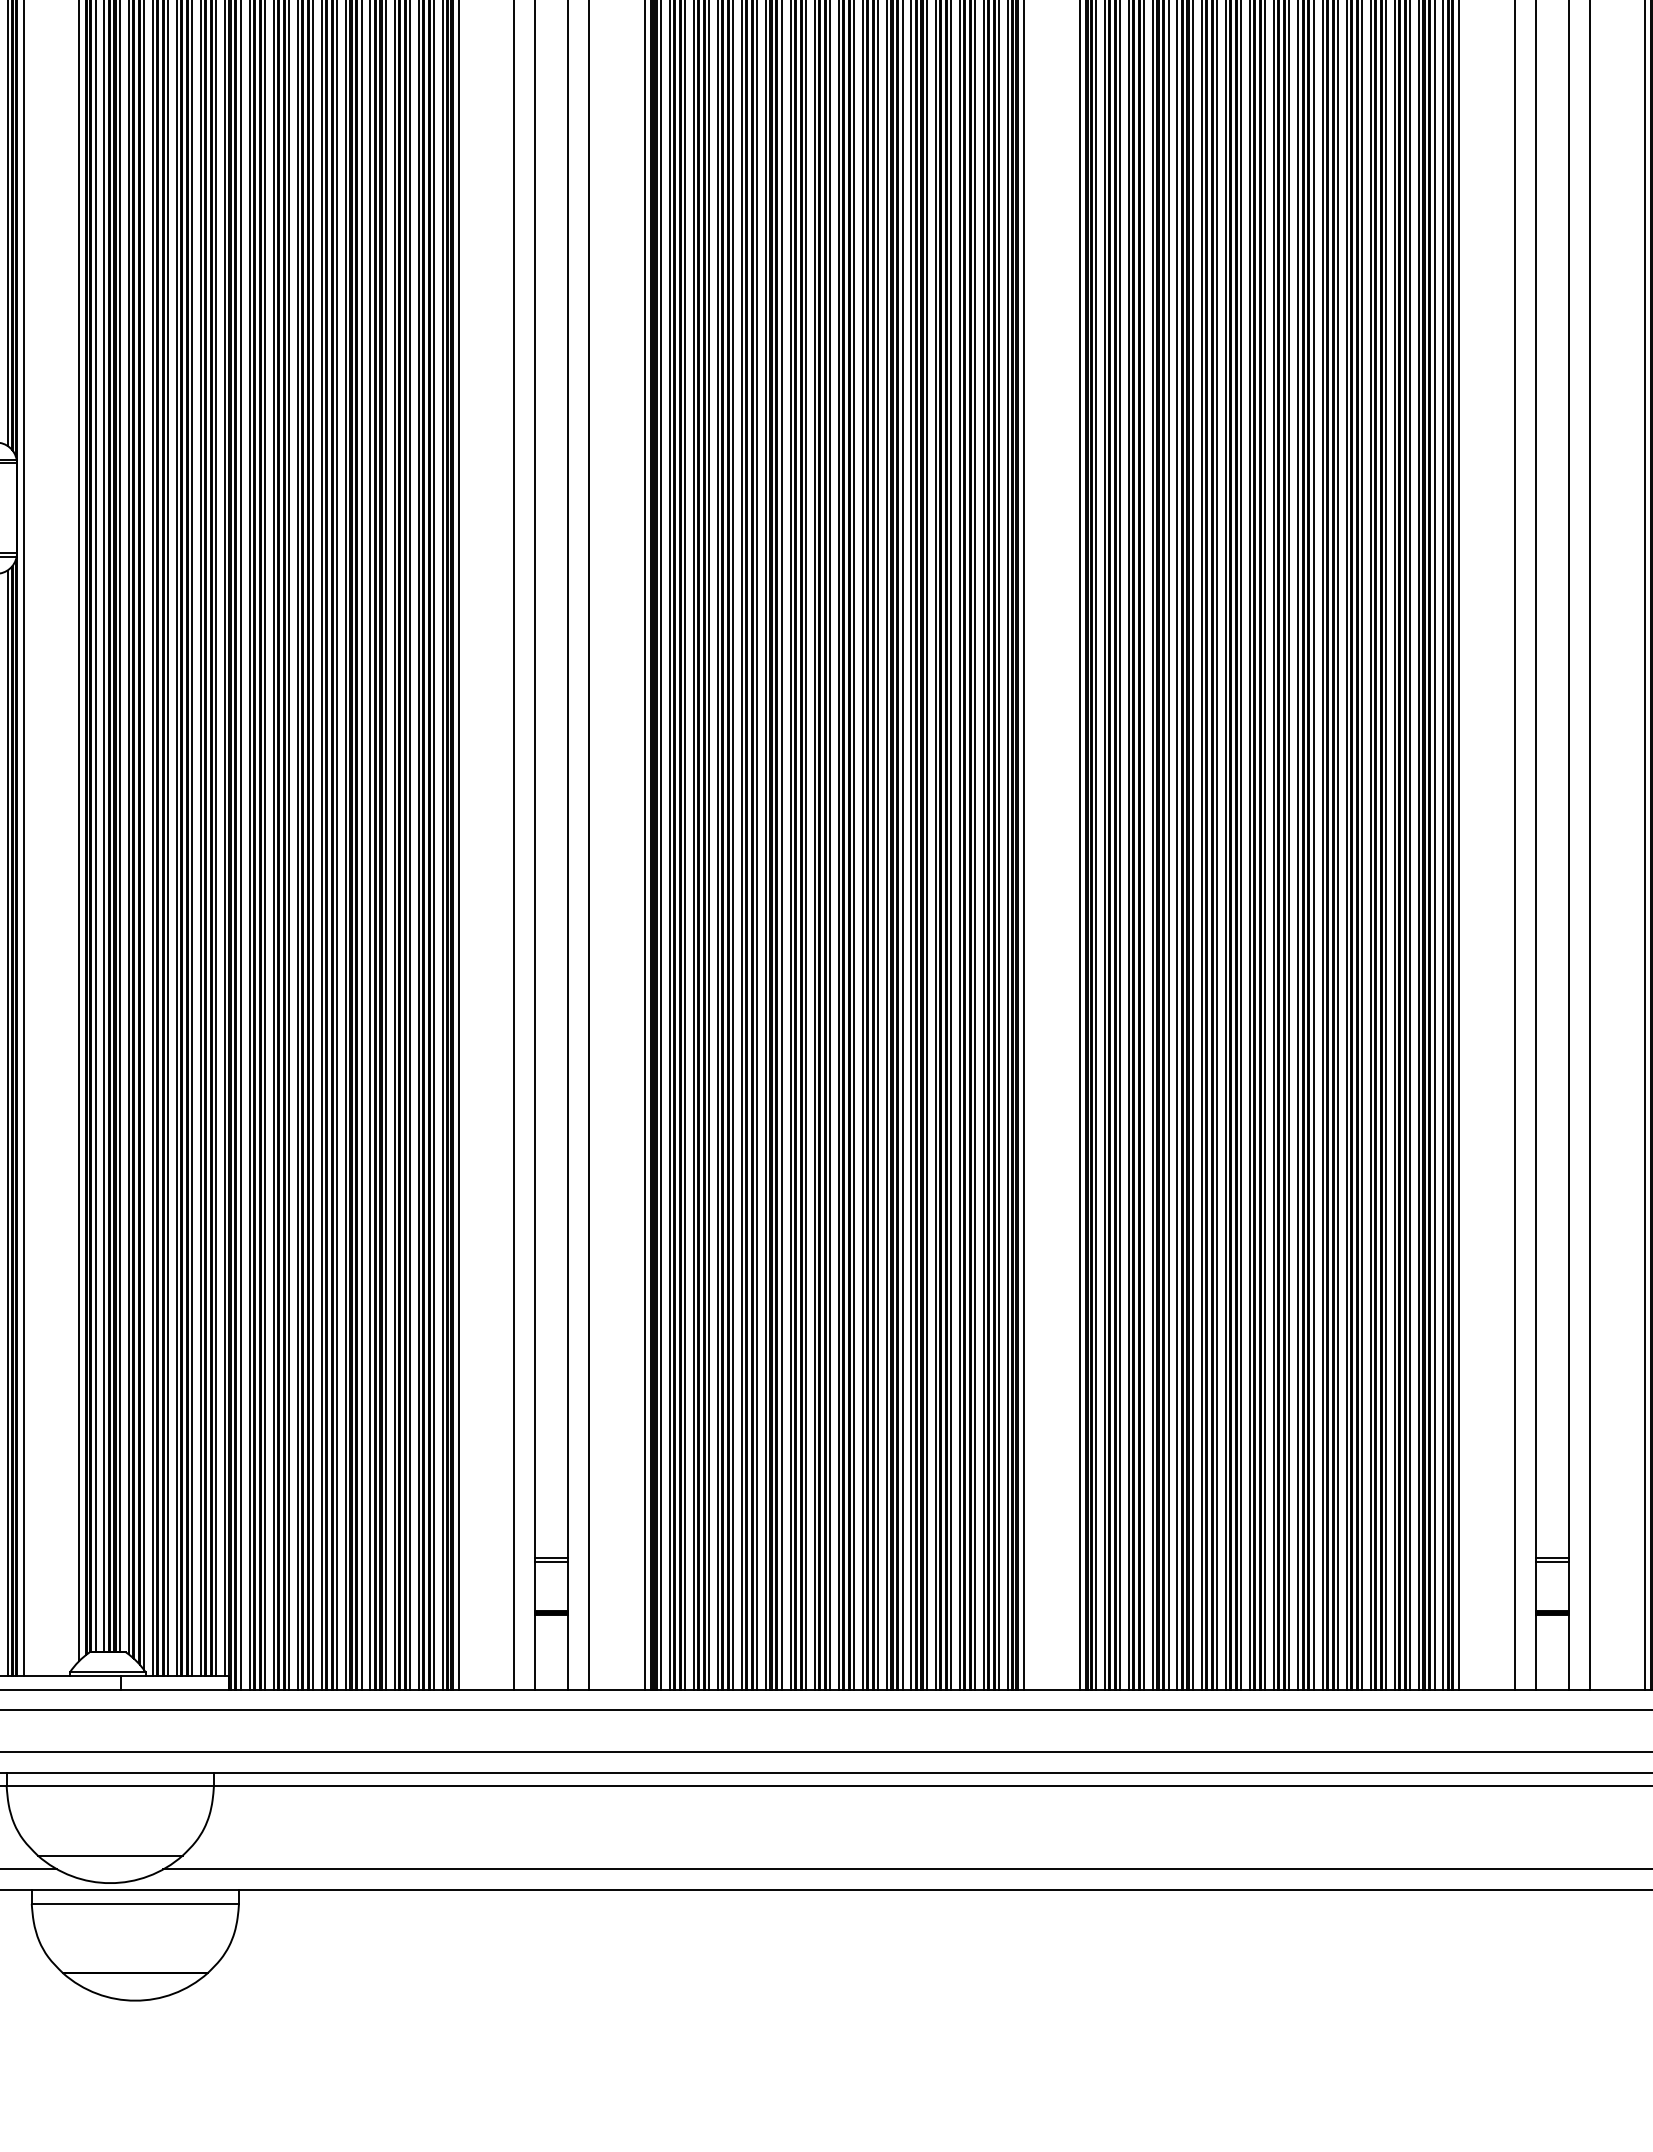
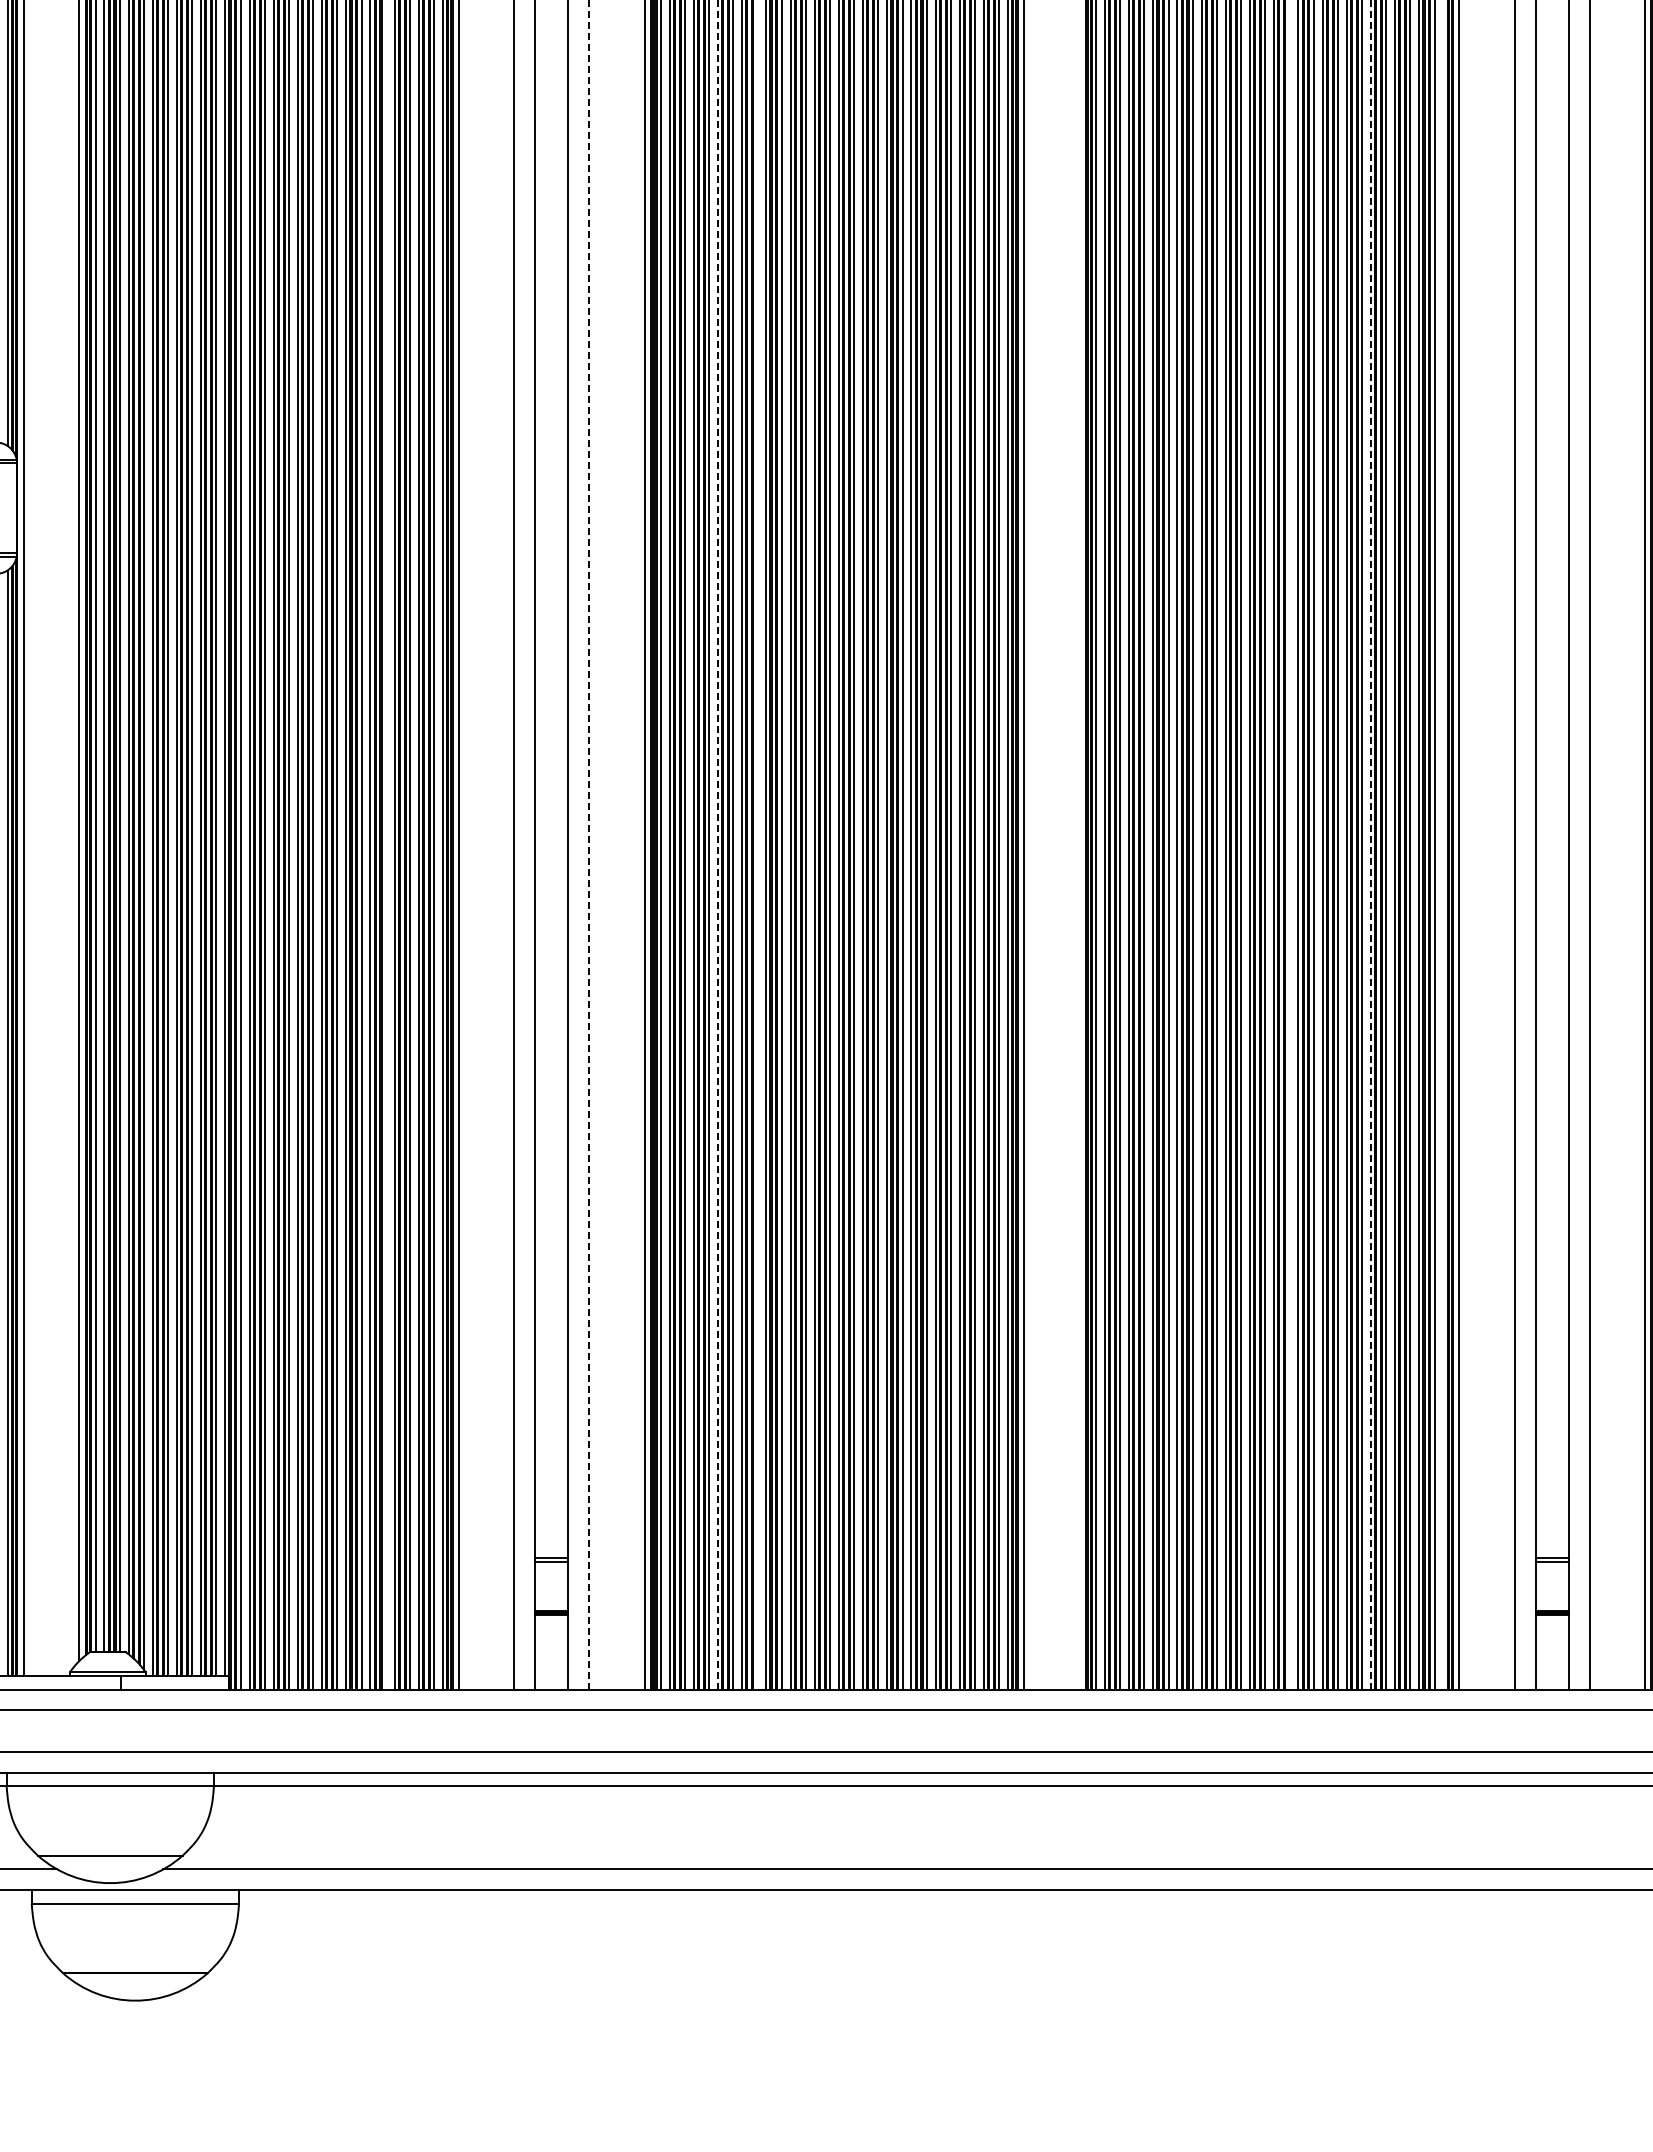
line at (589, 844): solid -> dashed
line at (717, 844): solid -> dashed
line at (1370, 844): solid -> dashed
line at (385, 845): present -> none
line at (757, 845): present -> none
line at (1079, 845): present -> none
line at (1289, 845): present -> none
line at (1443, 845): present -> none
